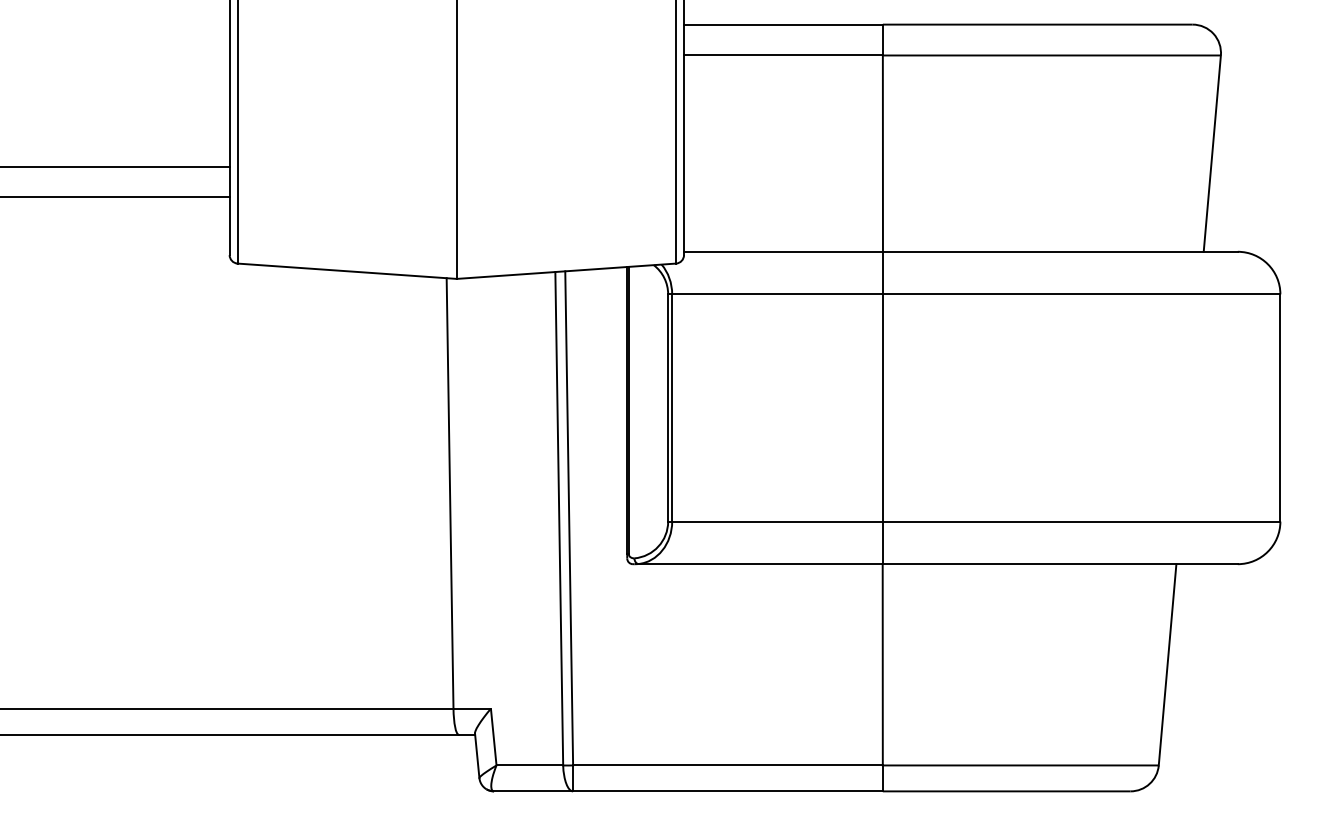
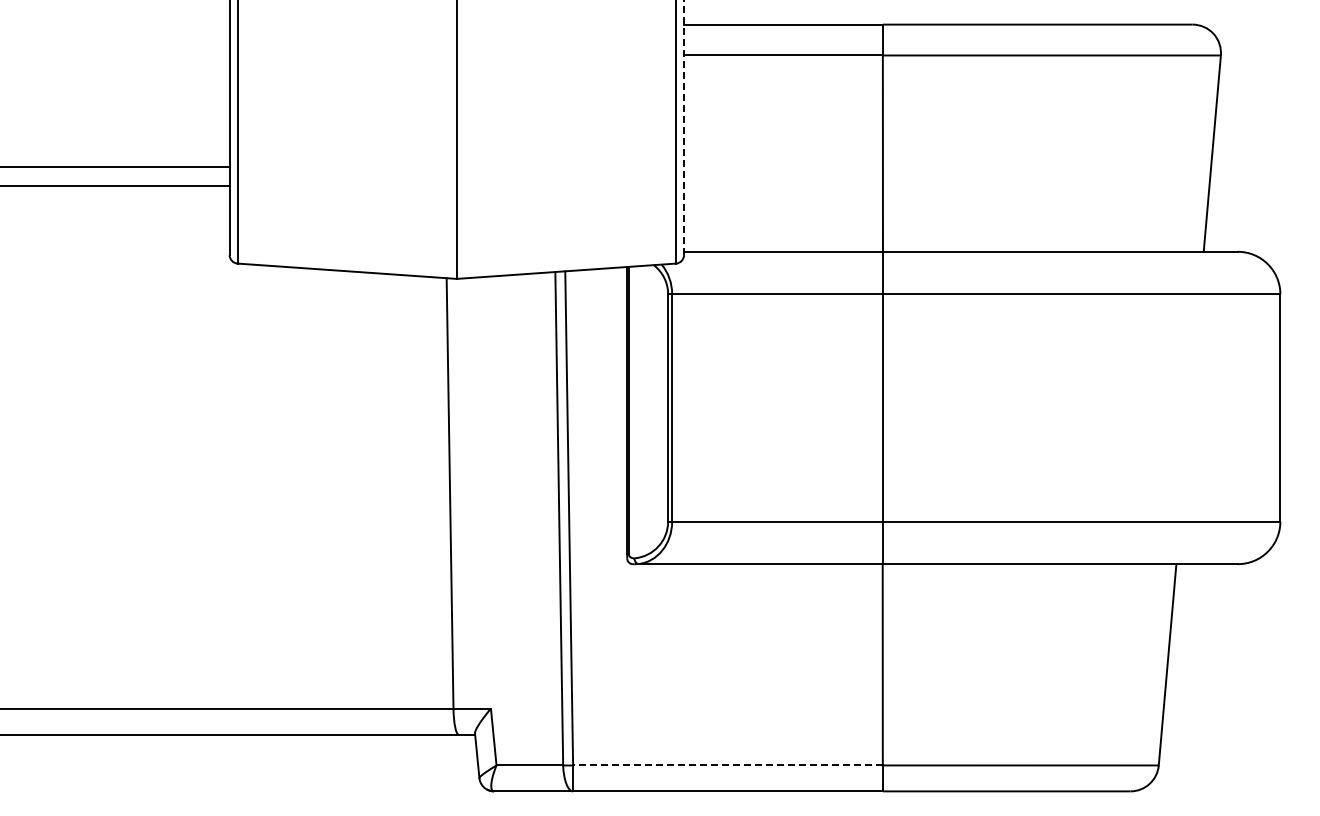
line at (684, 127): solid -> dashed
line at (115, 197) position: (115, 197) -> (115, 186)
line at (727, 765): solid -> dashed
